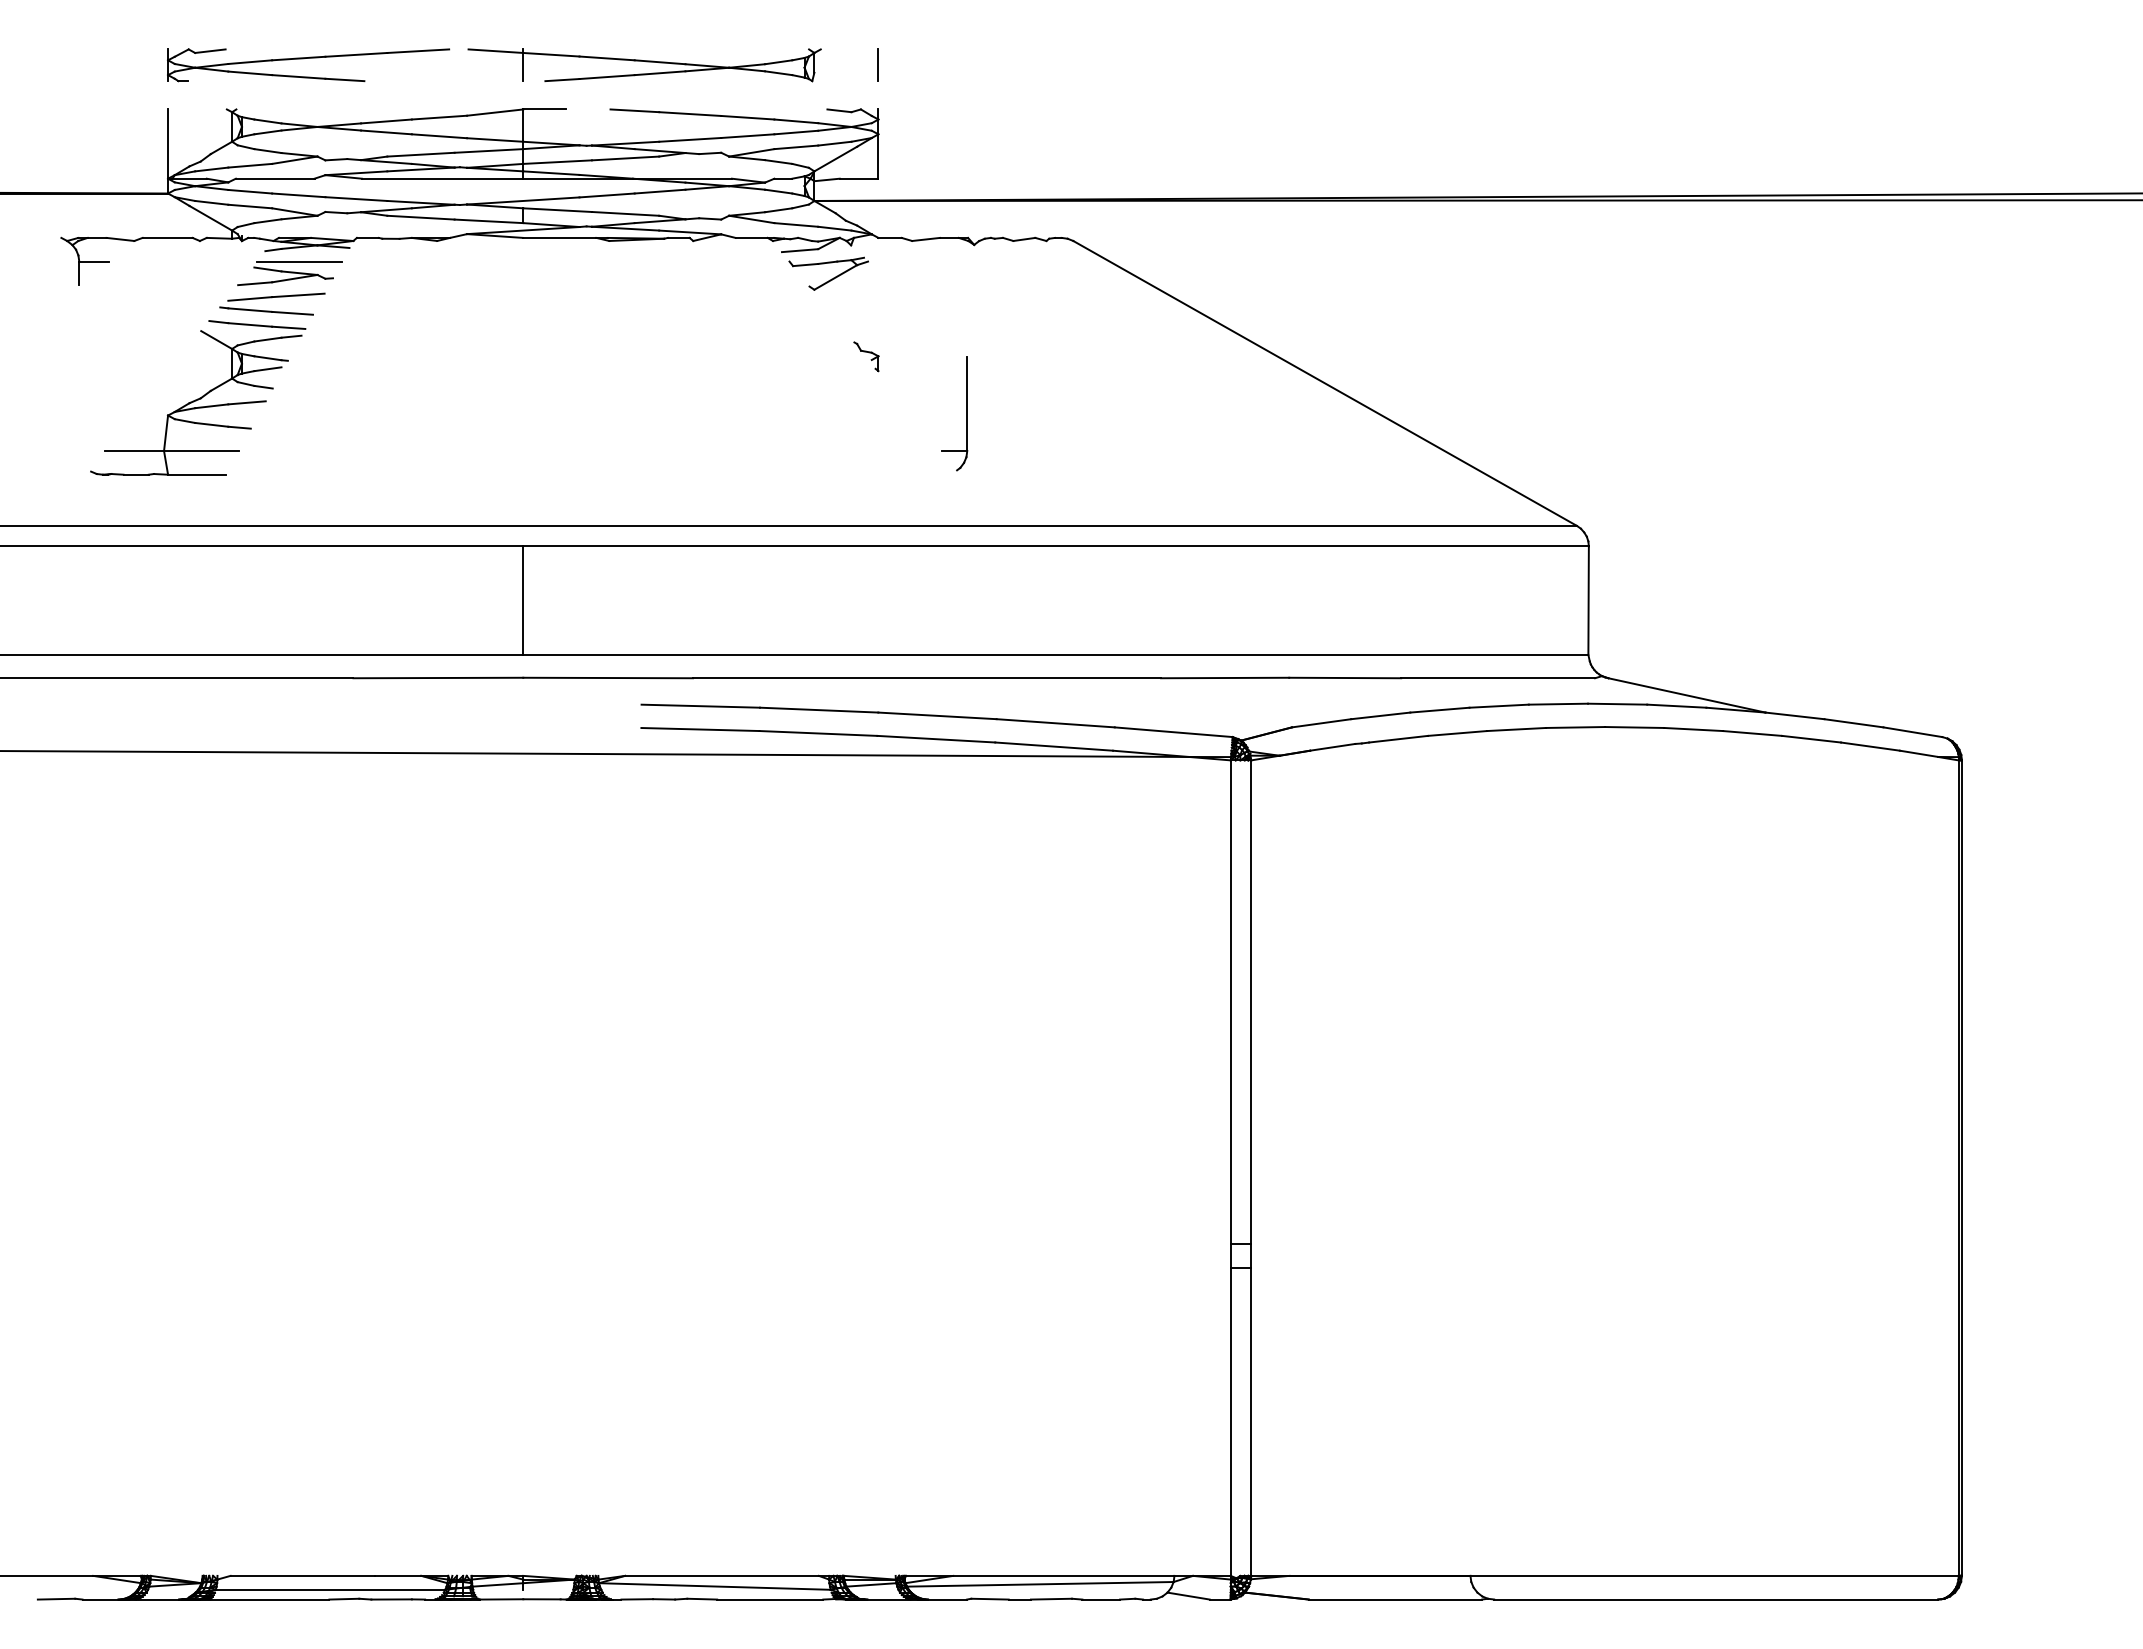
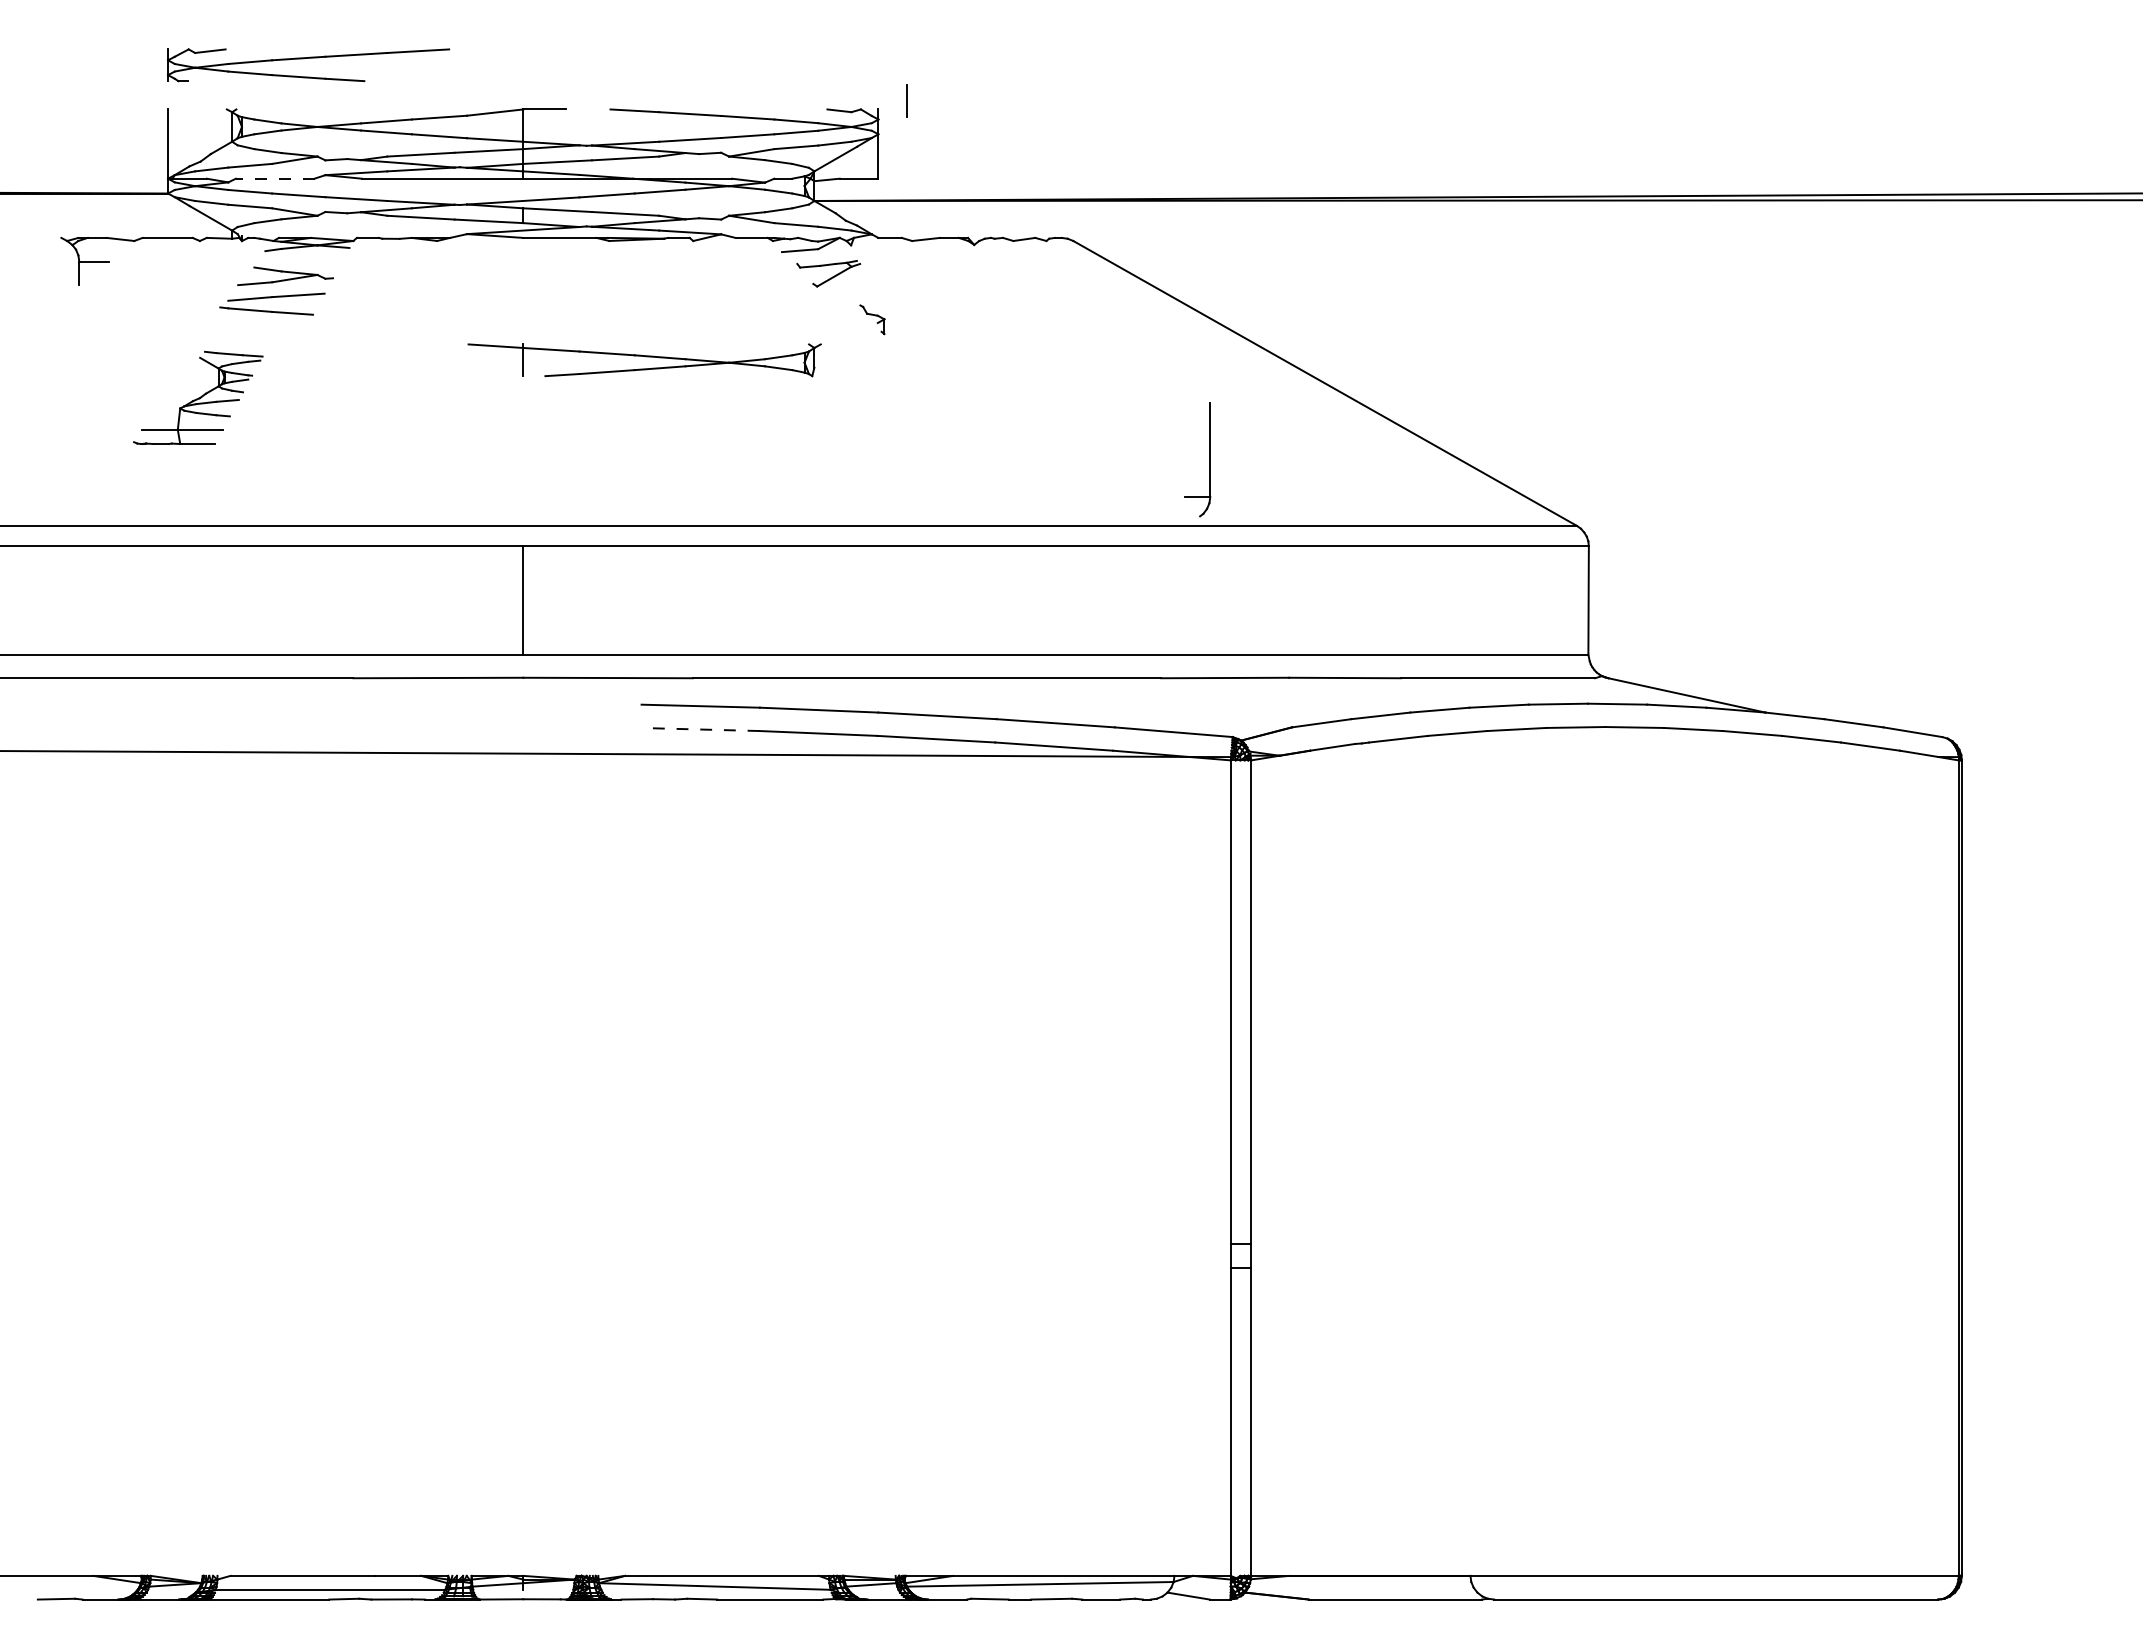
line at (877, 64) position: (877, 64) -> (906, 100)
part at (644, 65) position: (644, 65) -> (644, 360)
line at (274, 178): solid -> dashed
line at (299, 261): present -> none
part at (828, 273) size: 81x35 px -> 66x28 px
part at (866, 356) position: (866, 356) -> (872, 319)
part at (198, 397) size: 217x156 px -> 131x95 px
part at (966, 413) position: (966, 413) -> (1209, 459)
line at (699, 729): solid -> dashed
